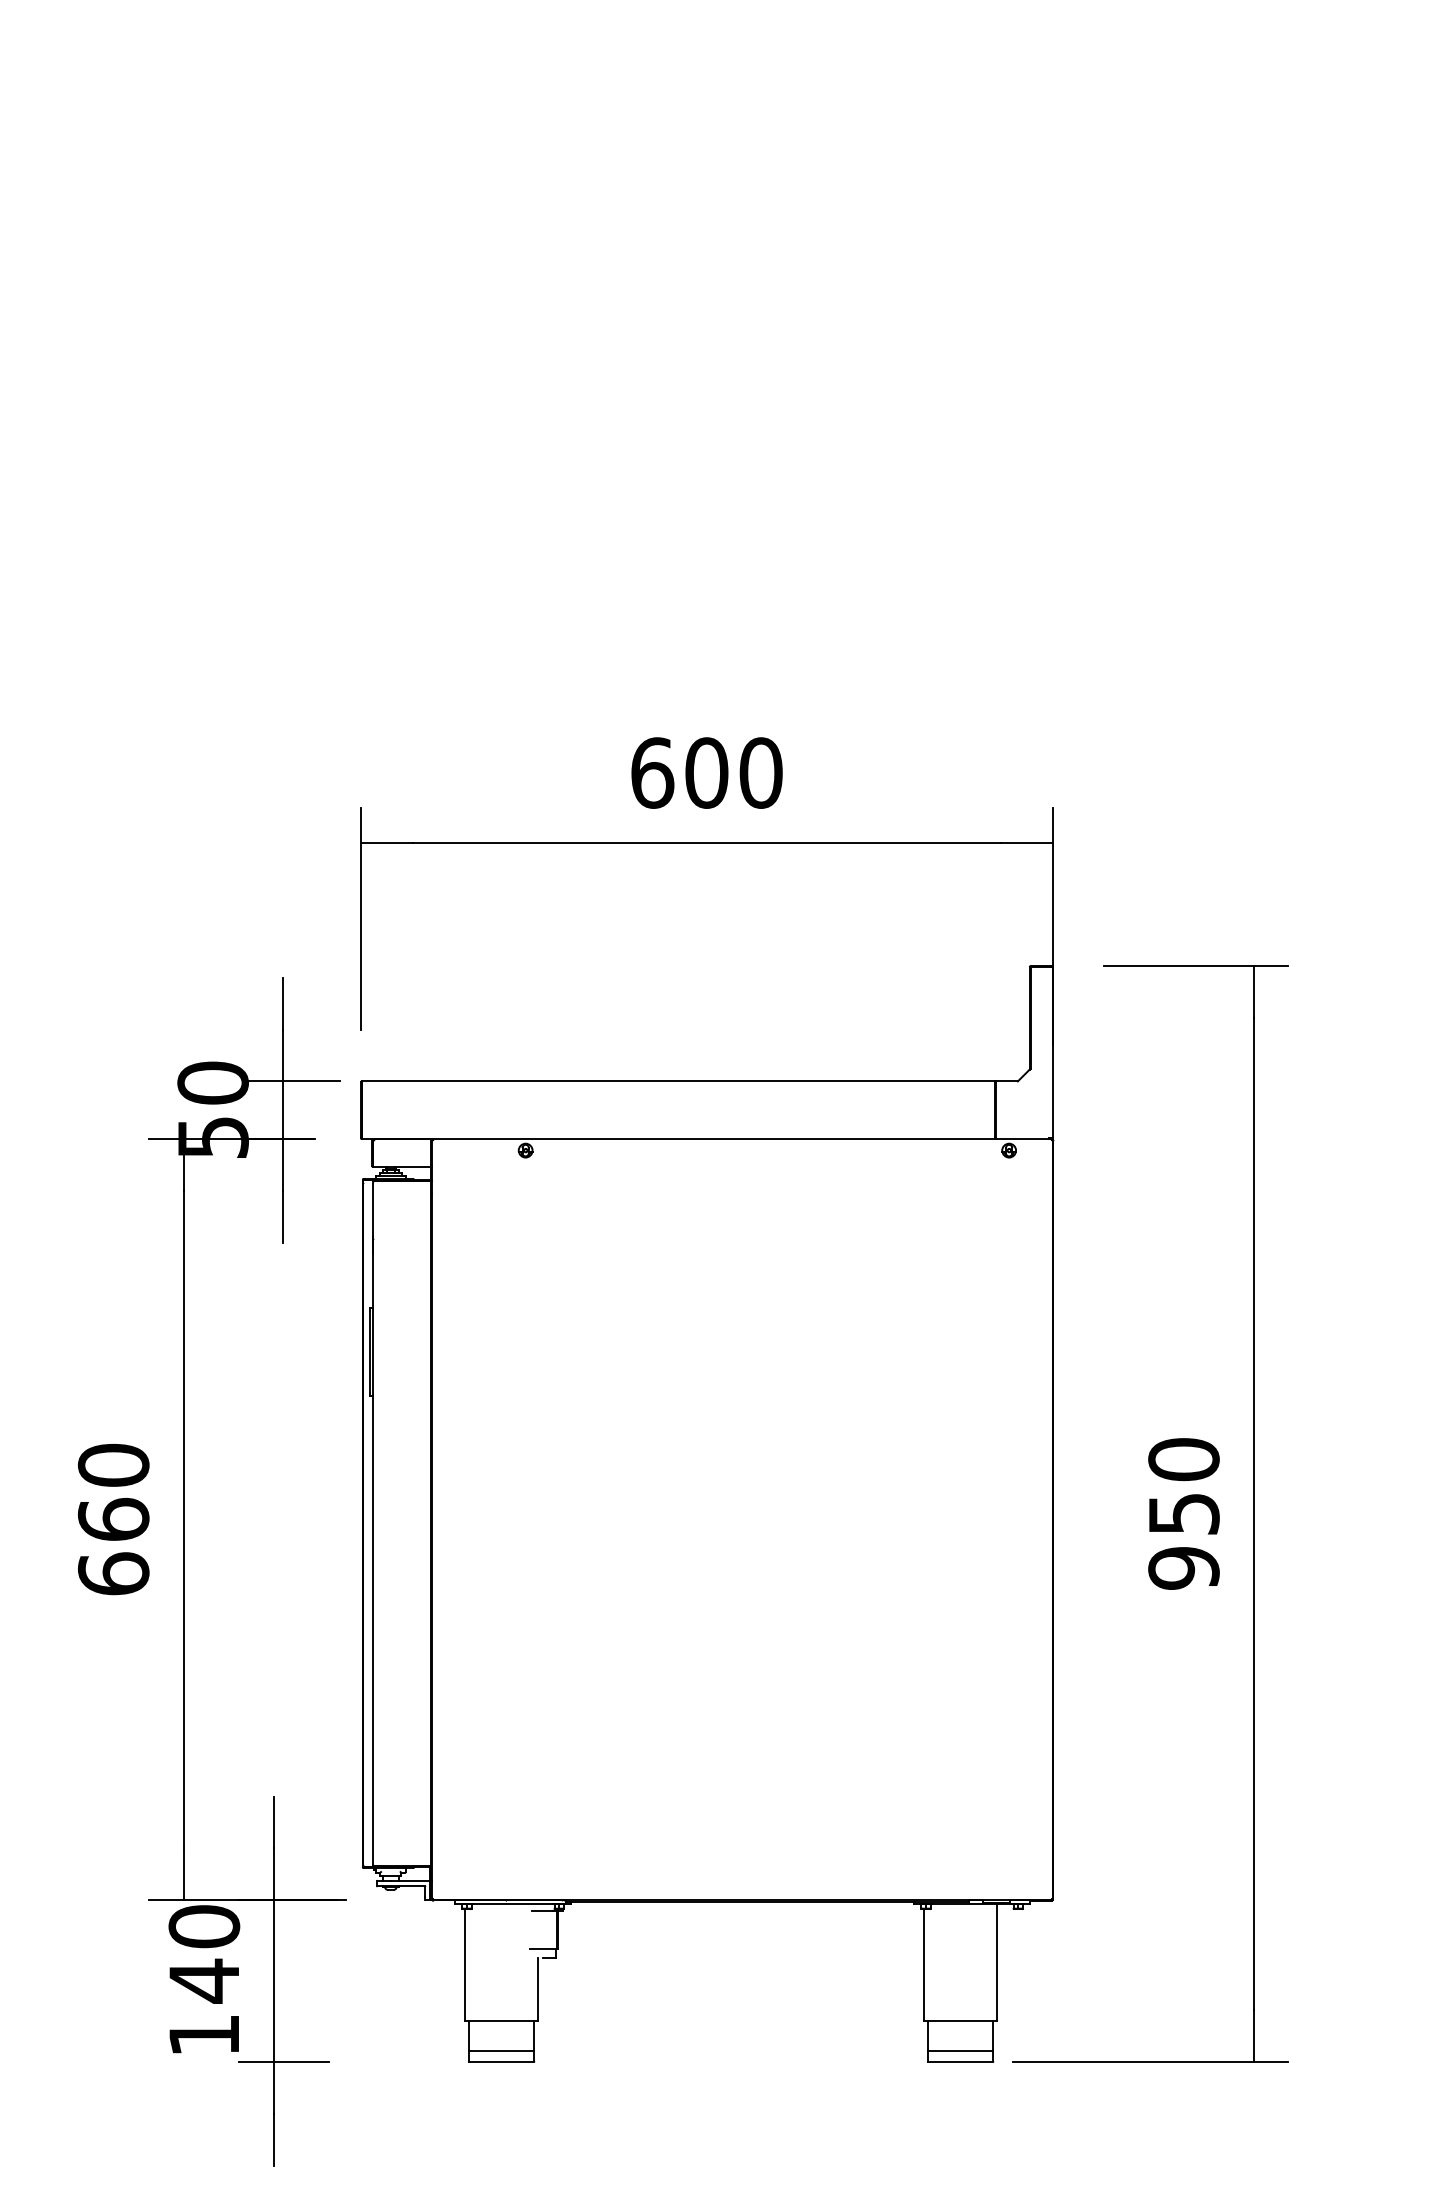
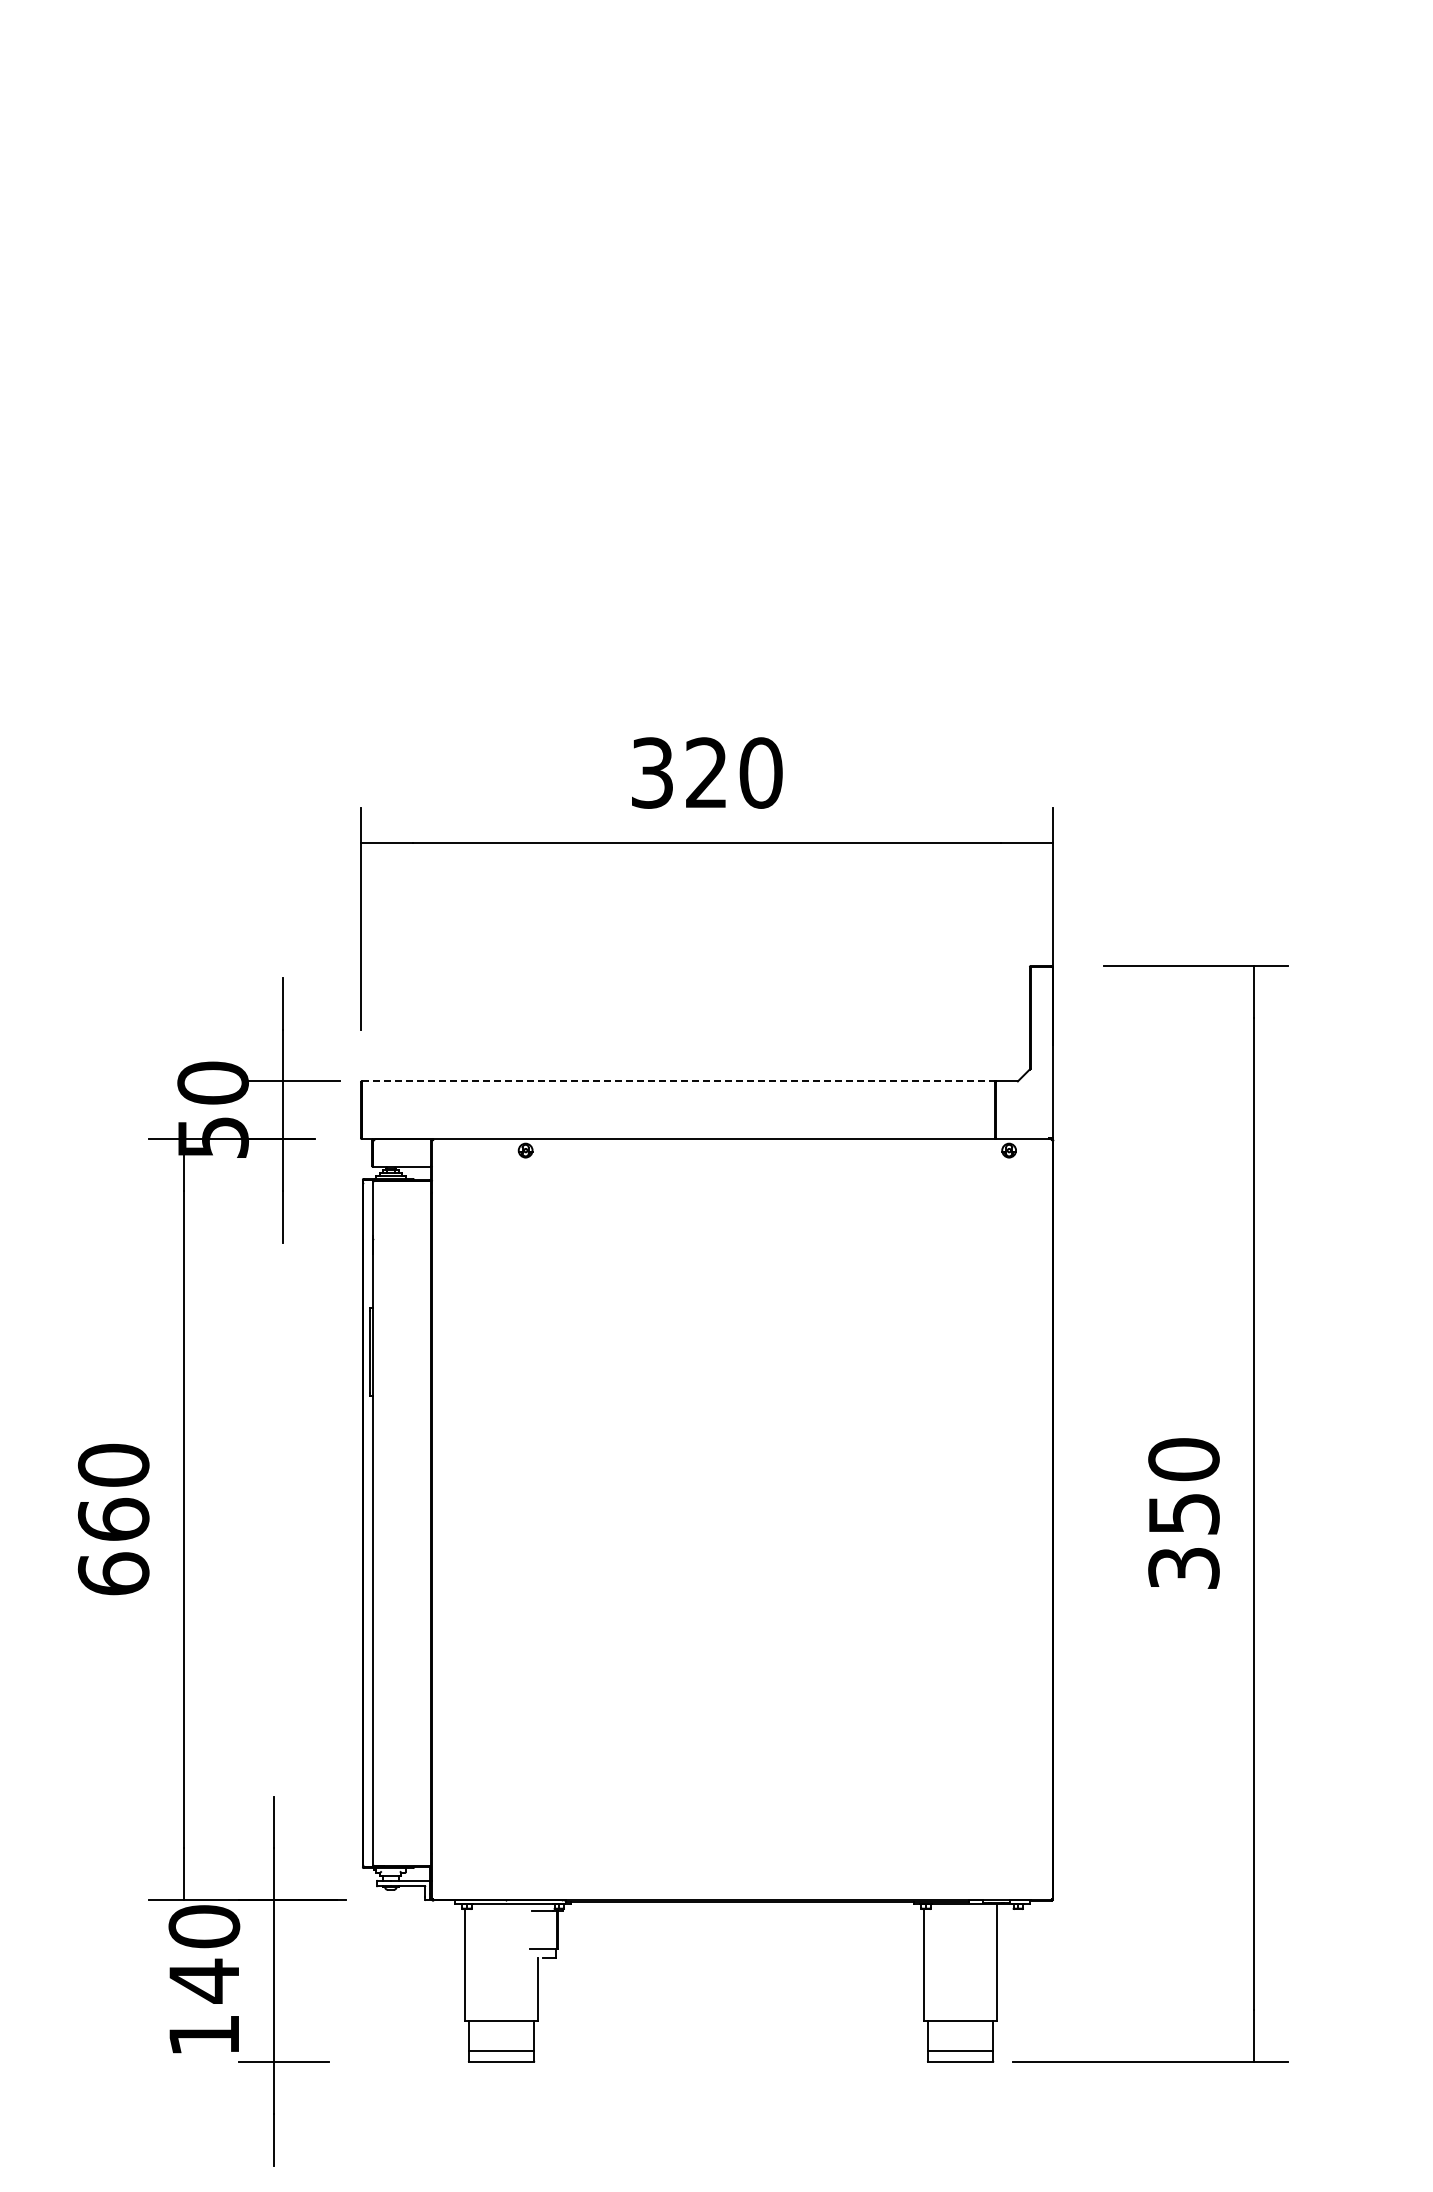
text at (679, 772): 600 -> 320
line at (678, 1081): solid -> dashed
text at (1183, 1568): 950 -> 350
